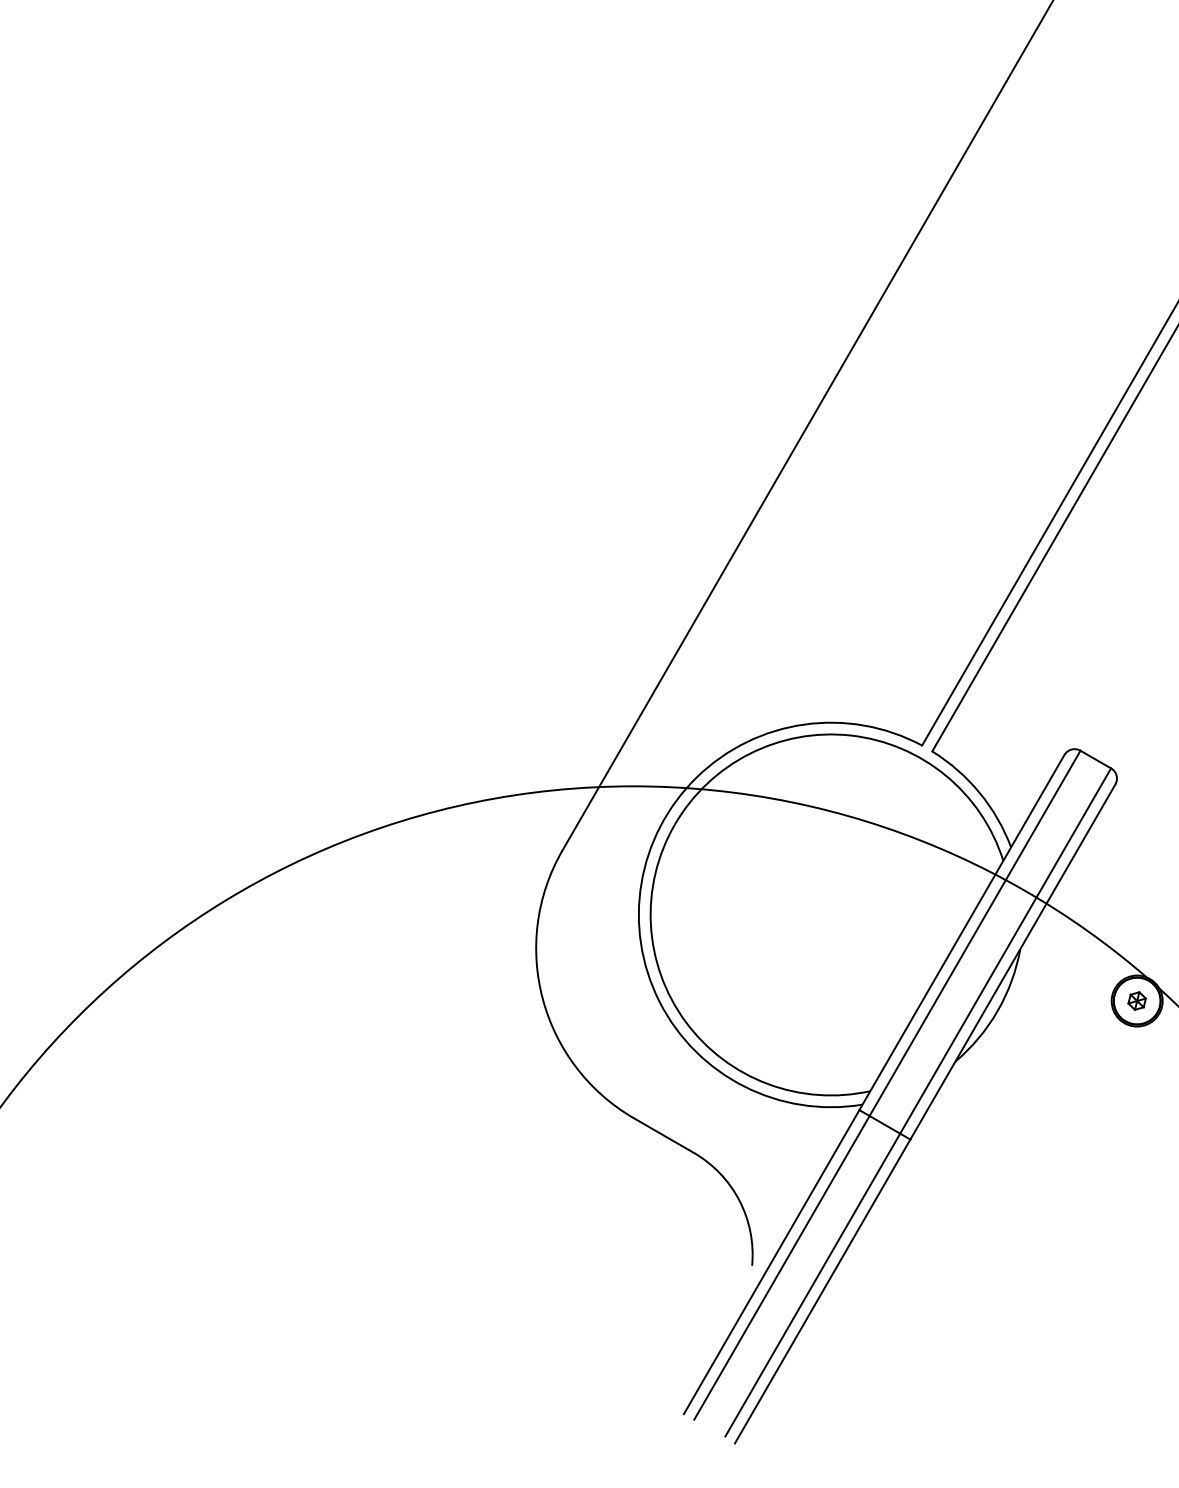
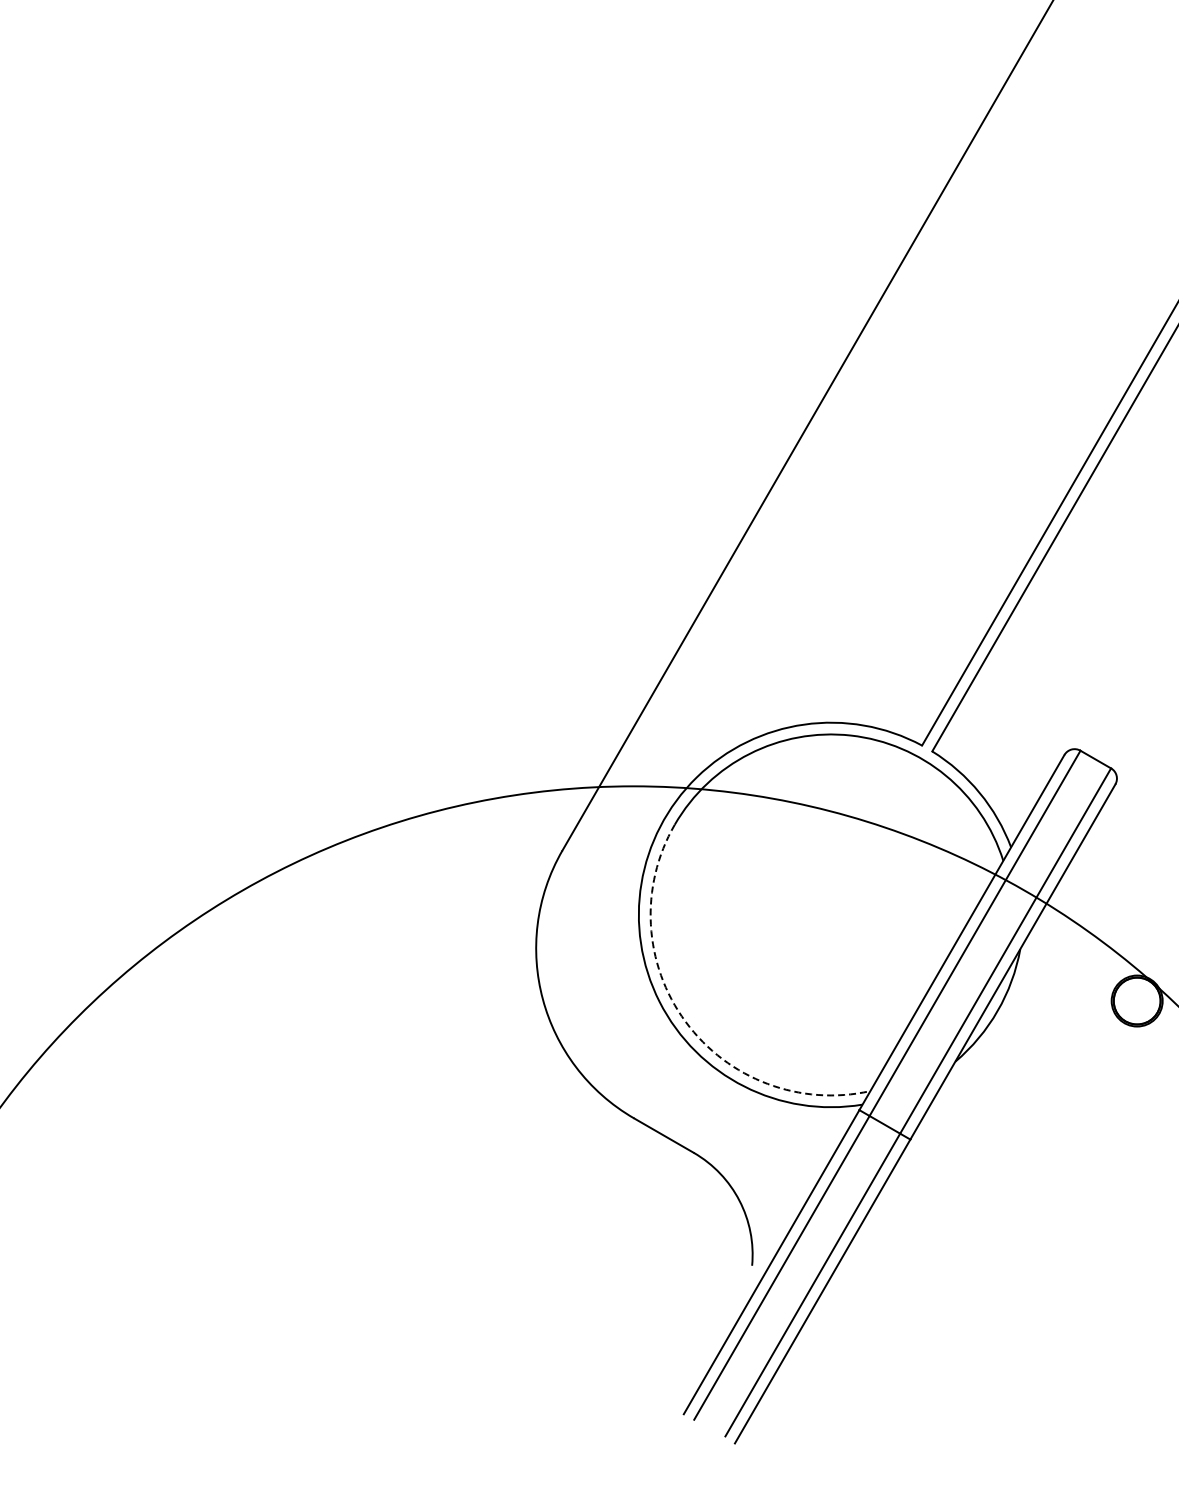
part at (1136, 1000): present -> none
arc at (685, 1021): solid -> dashed
